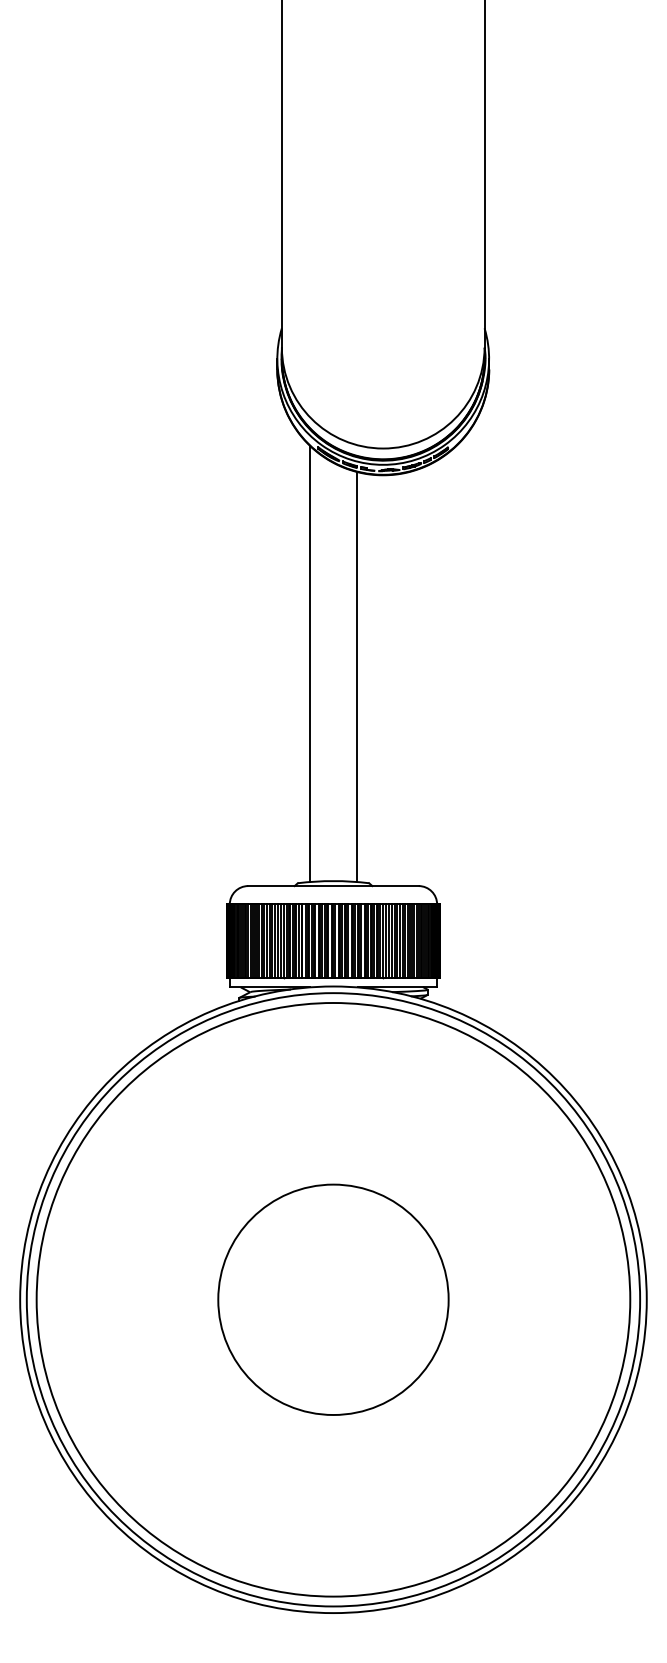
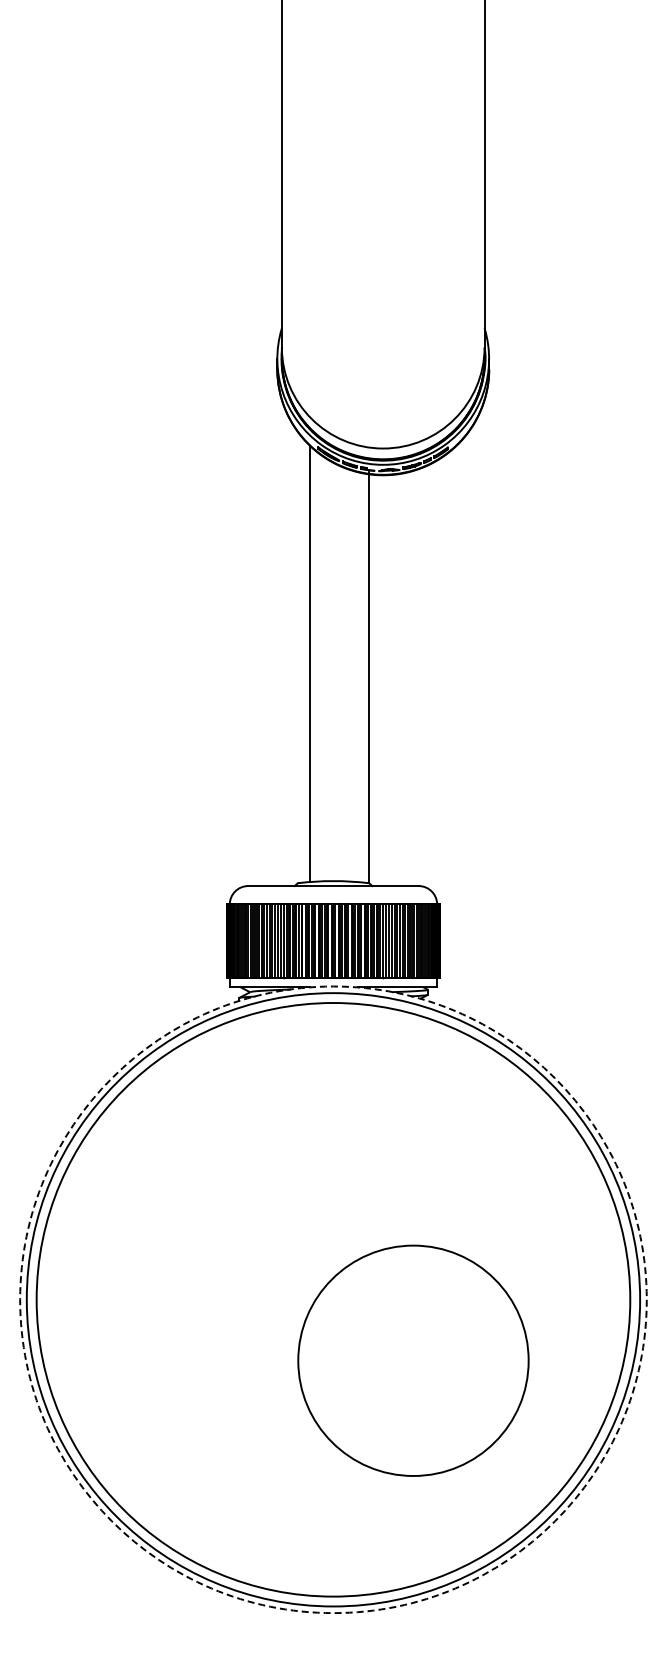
line at (356, 676) position: (356, 676) -> (368, 676)
circle at (333, 1299) position: (333, 1299) -> (413, 1360)
circle at (333, 1299): solid -> dashed
